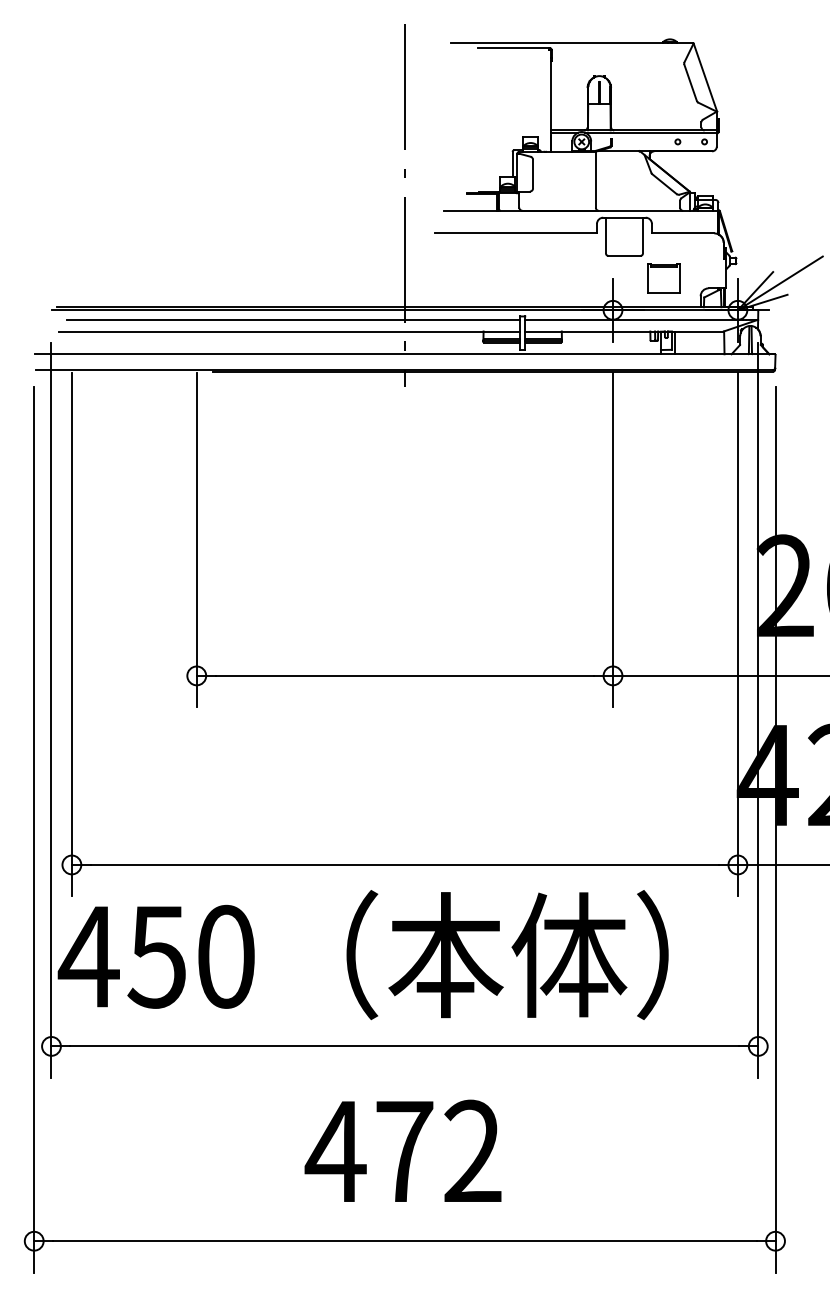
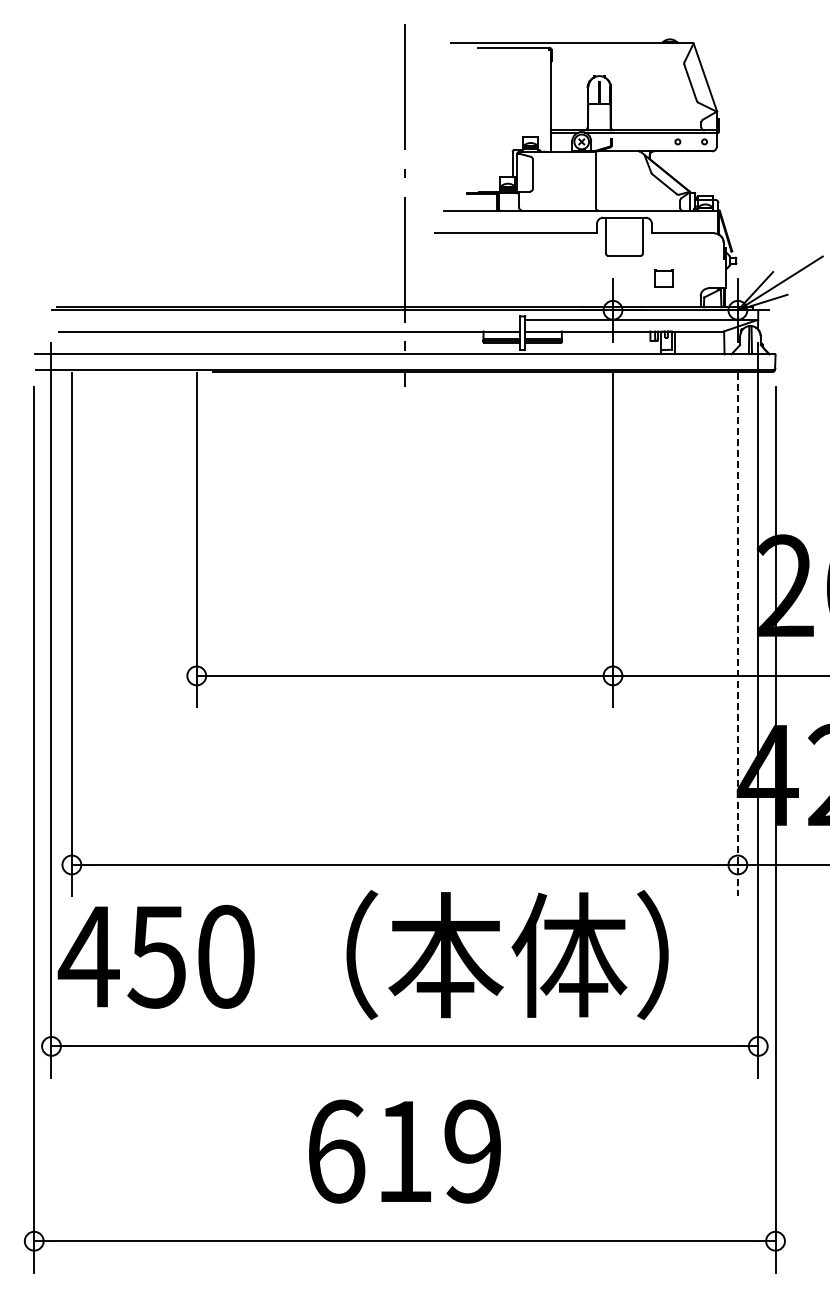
part at (663, 278) size: 34x31 px -> 20x19 px
line at (293, 320): present -> none
line at (737, 634): solid -> dashed
text at (402, 1151): 472 -> 619
